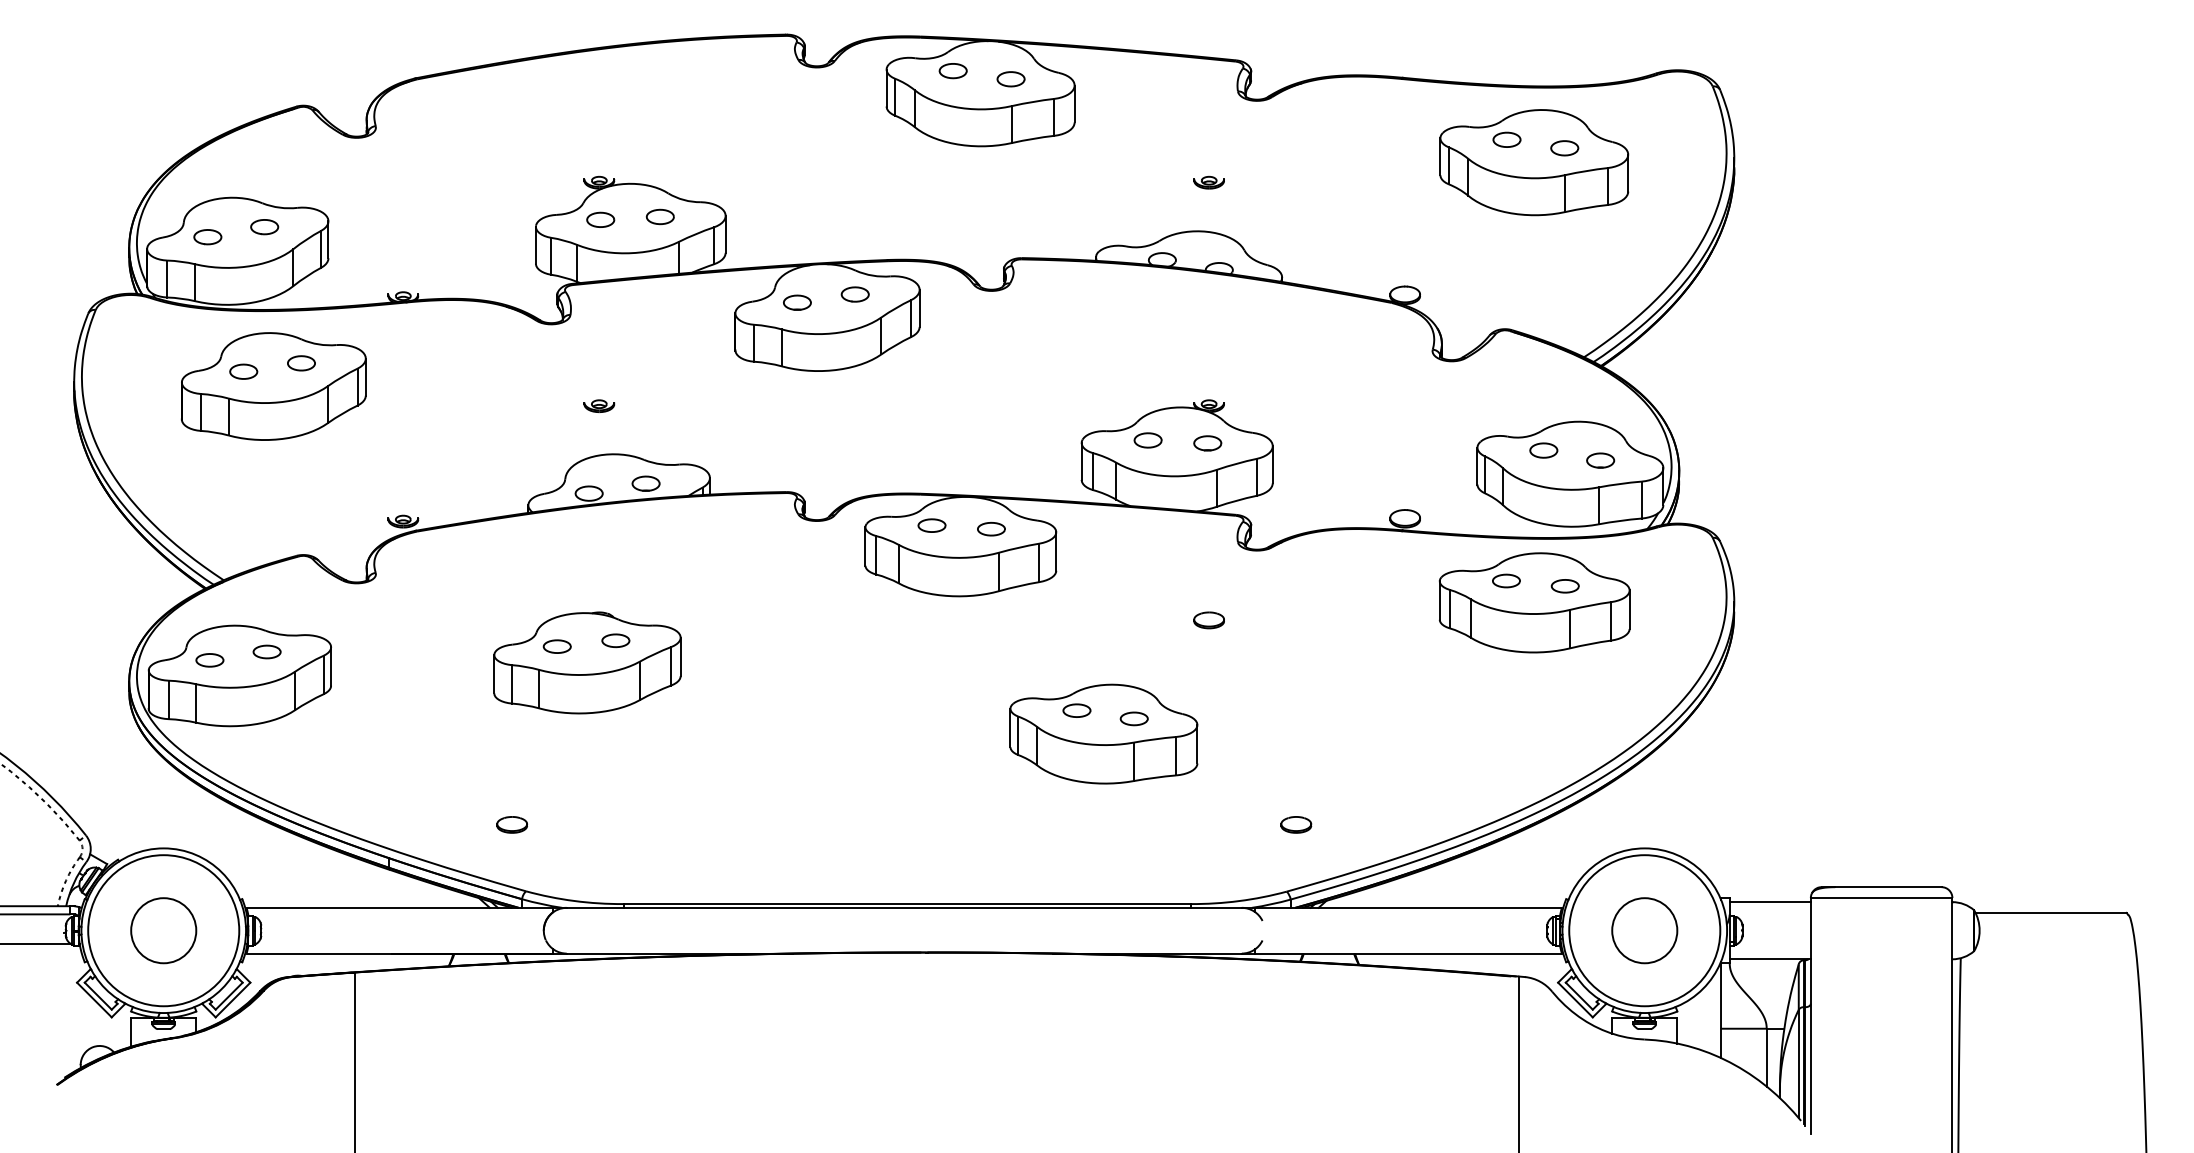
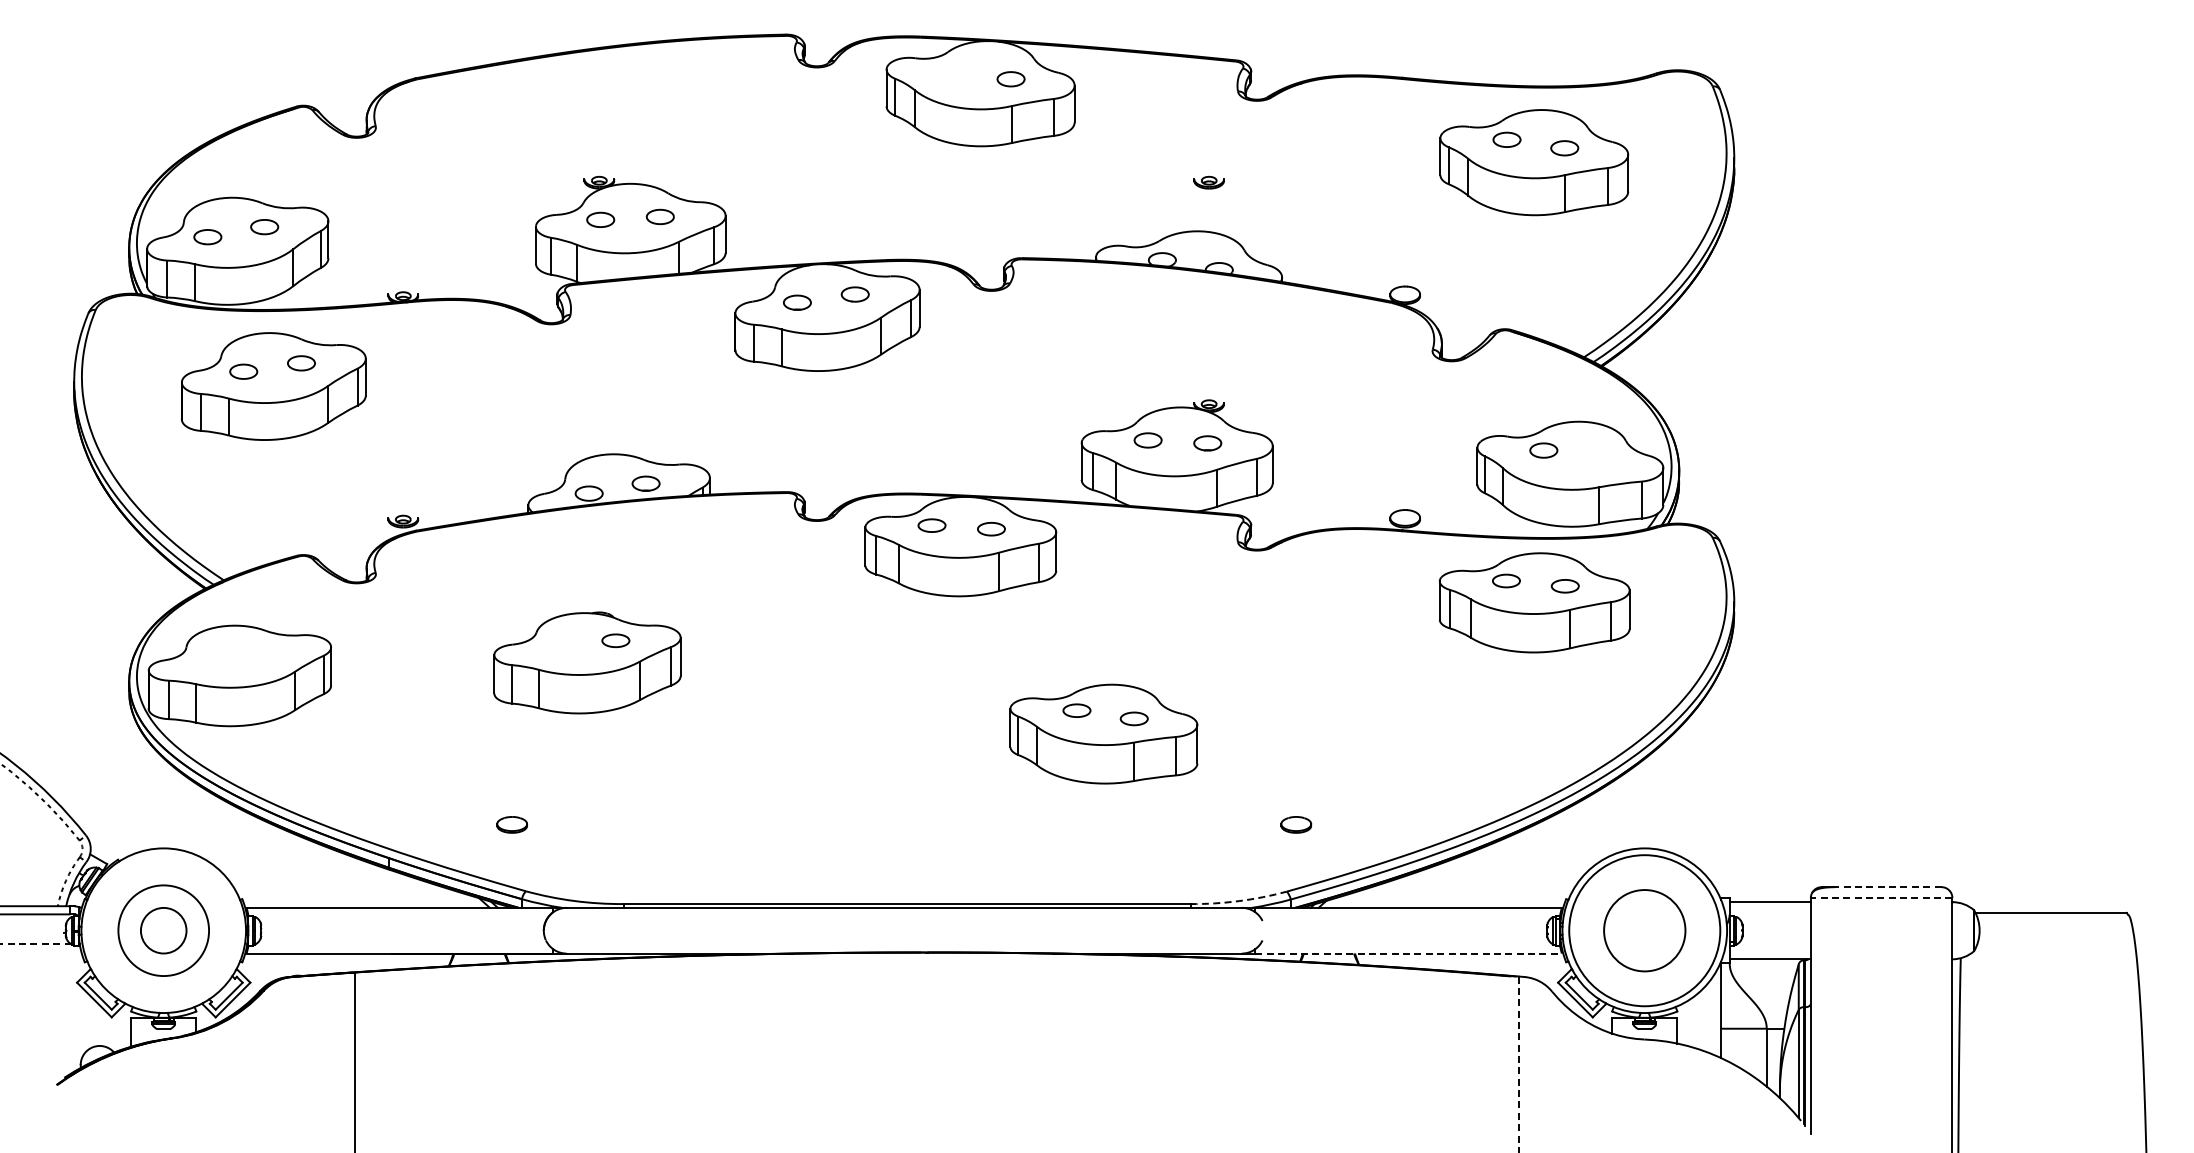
part at (952, 71): present -> none
part at (599, 405): present -> none
part at (1600, 460): present -> none
part at (1208, 620): present -> none
part at (556, 646): present -> none
part at (266, 651): present -> none
part at (209, 660): present -> none
line at (1887, 887): solid -> dashed
line at (1881, 898): solid -> dashed
arc at (1239, 901): solid -> dashed
circle at (163, 930) diameter: 151 px -> 91 px
circle at (163, 930) diameter: 65 px -> 46 px
circle at (1644, 930) diameter: 65 px -> 81 px
line at (35, 944): solid -> dashed
line at (1409, 953): solid -> dashed
line at (1519, 1064): solid -> dashed
